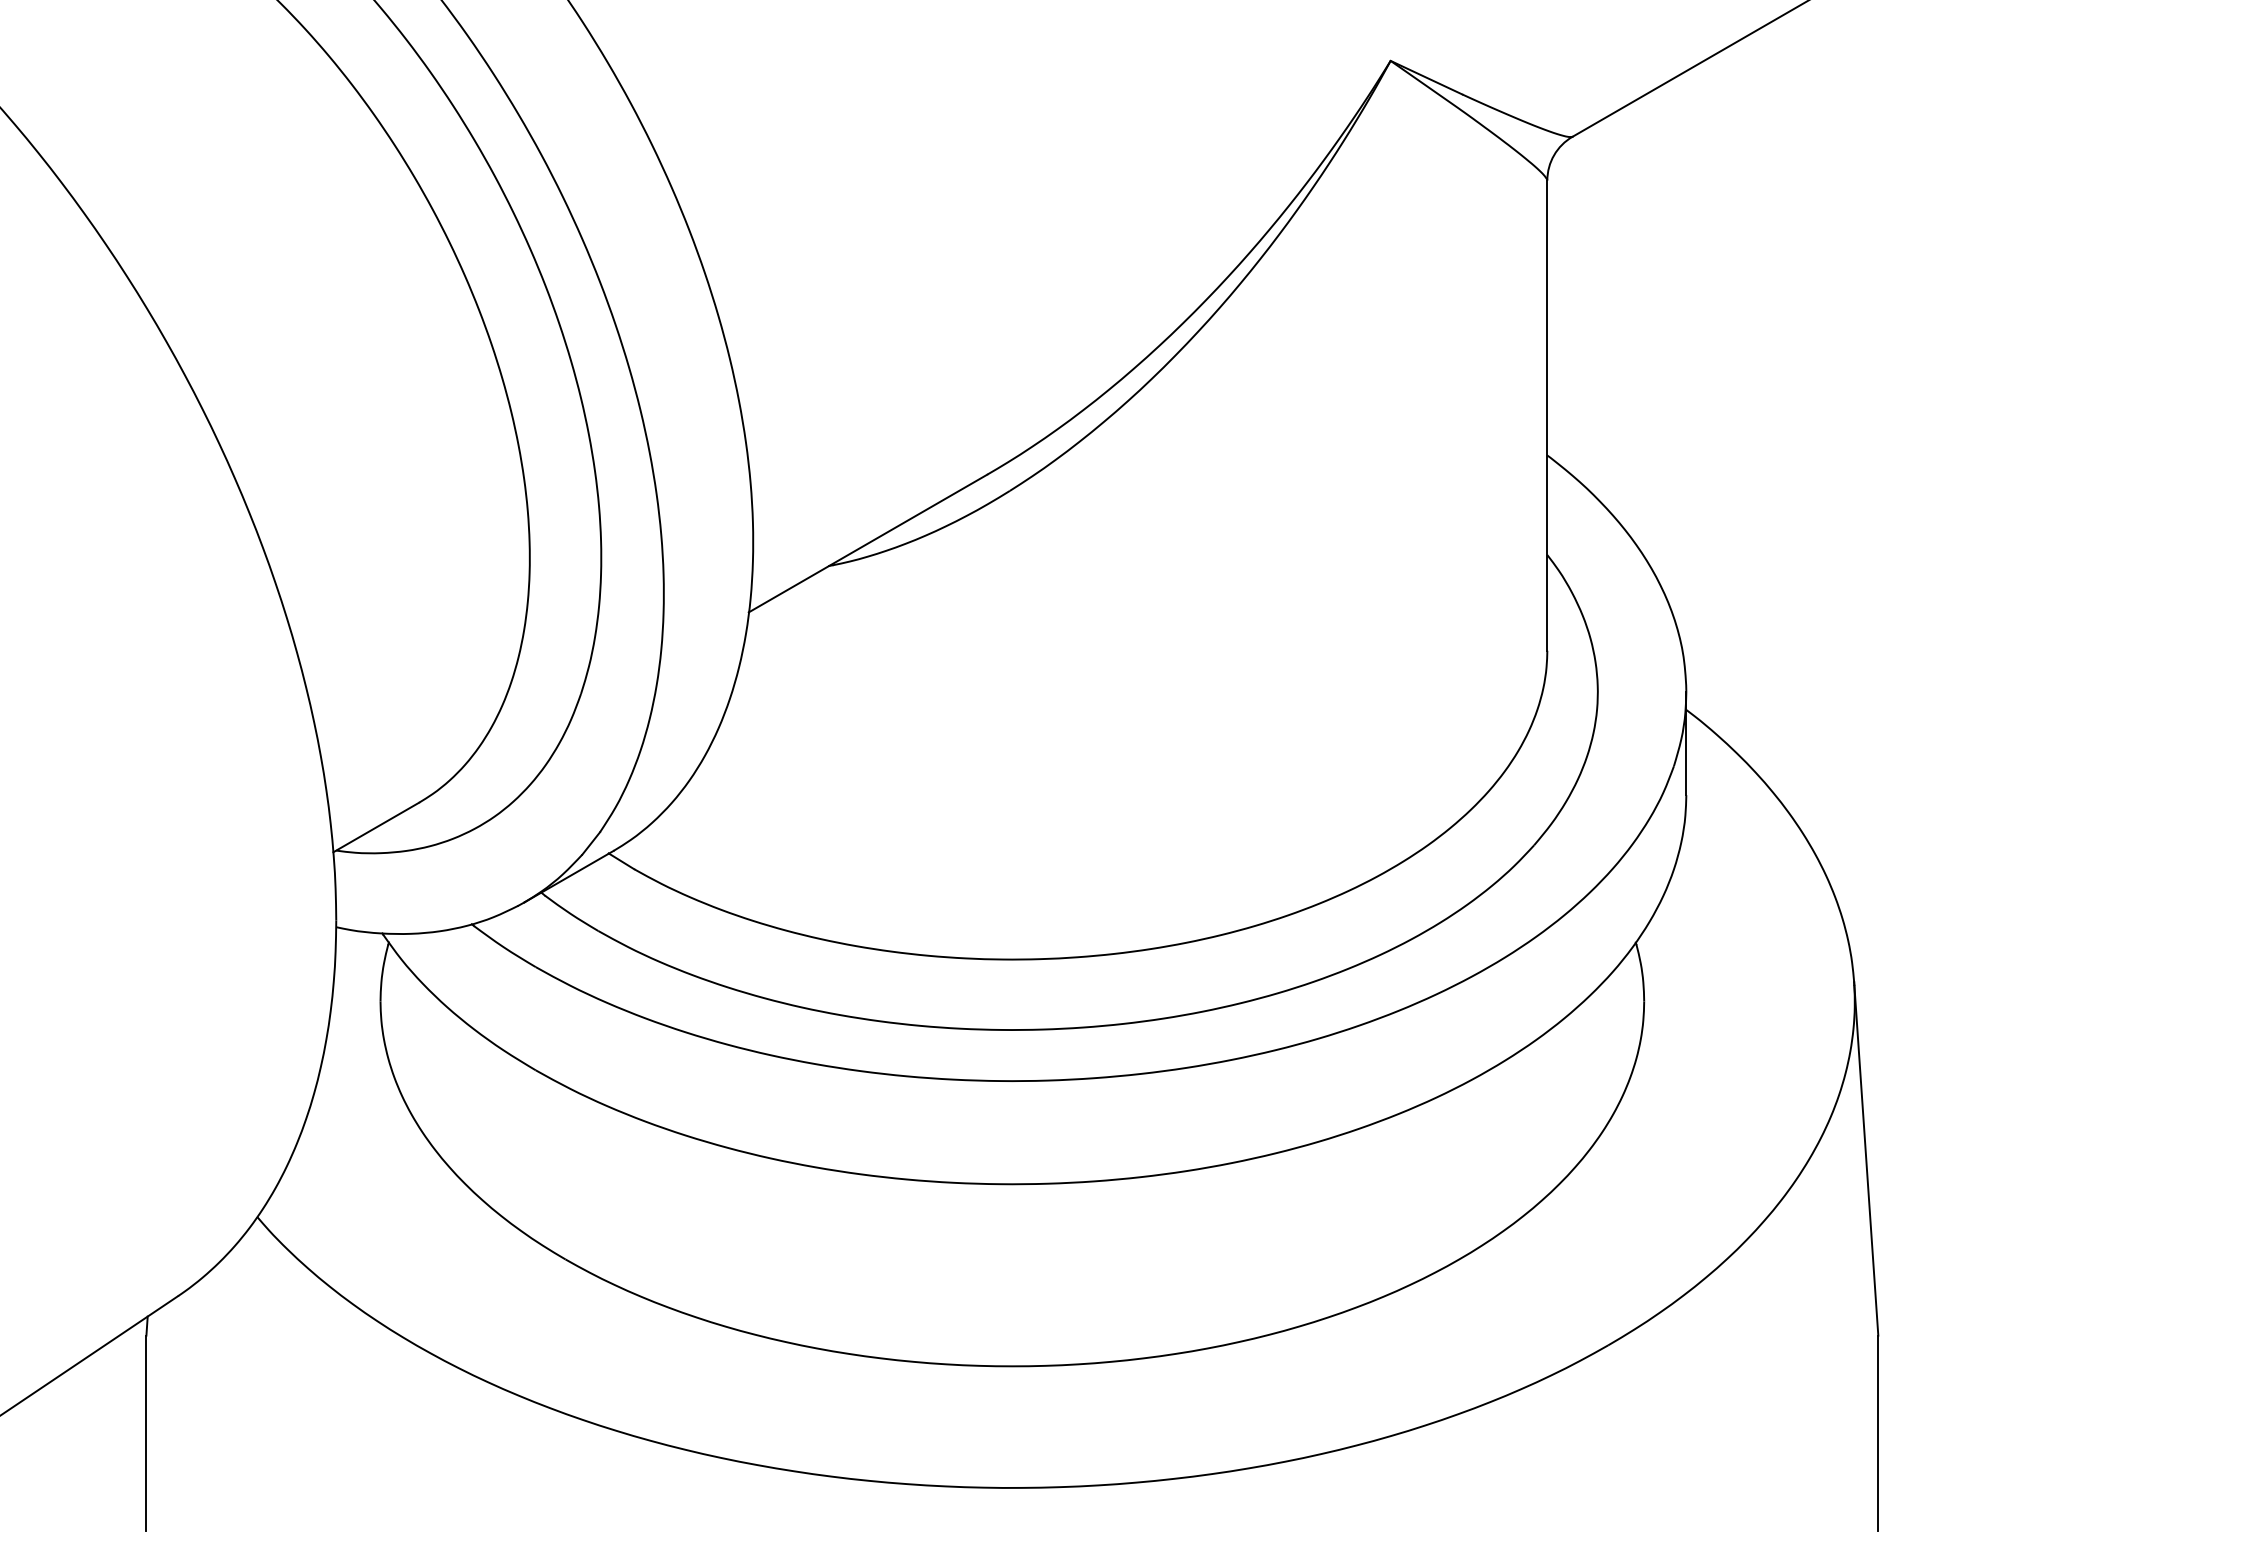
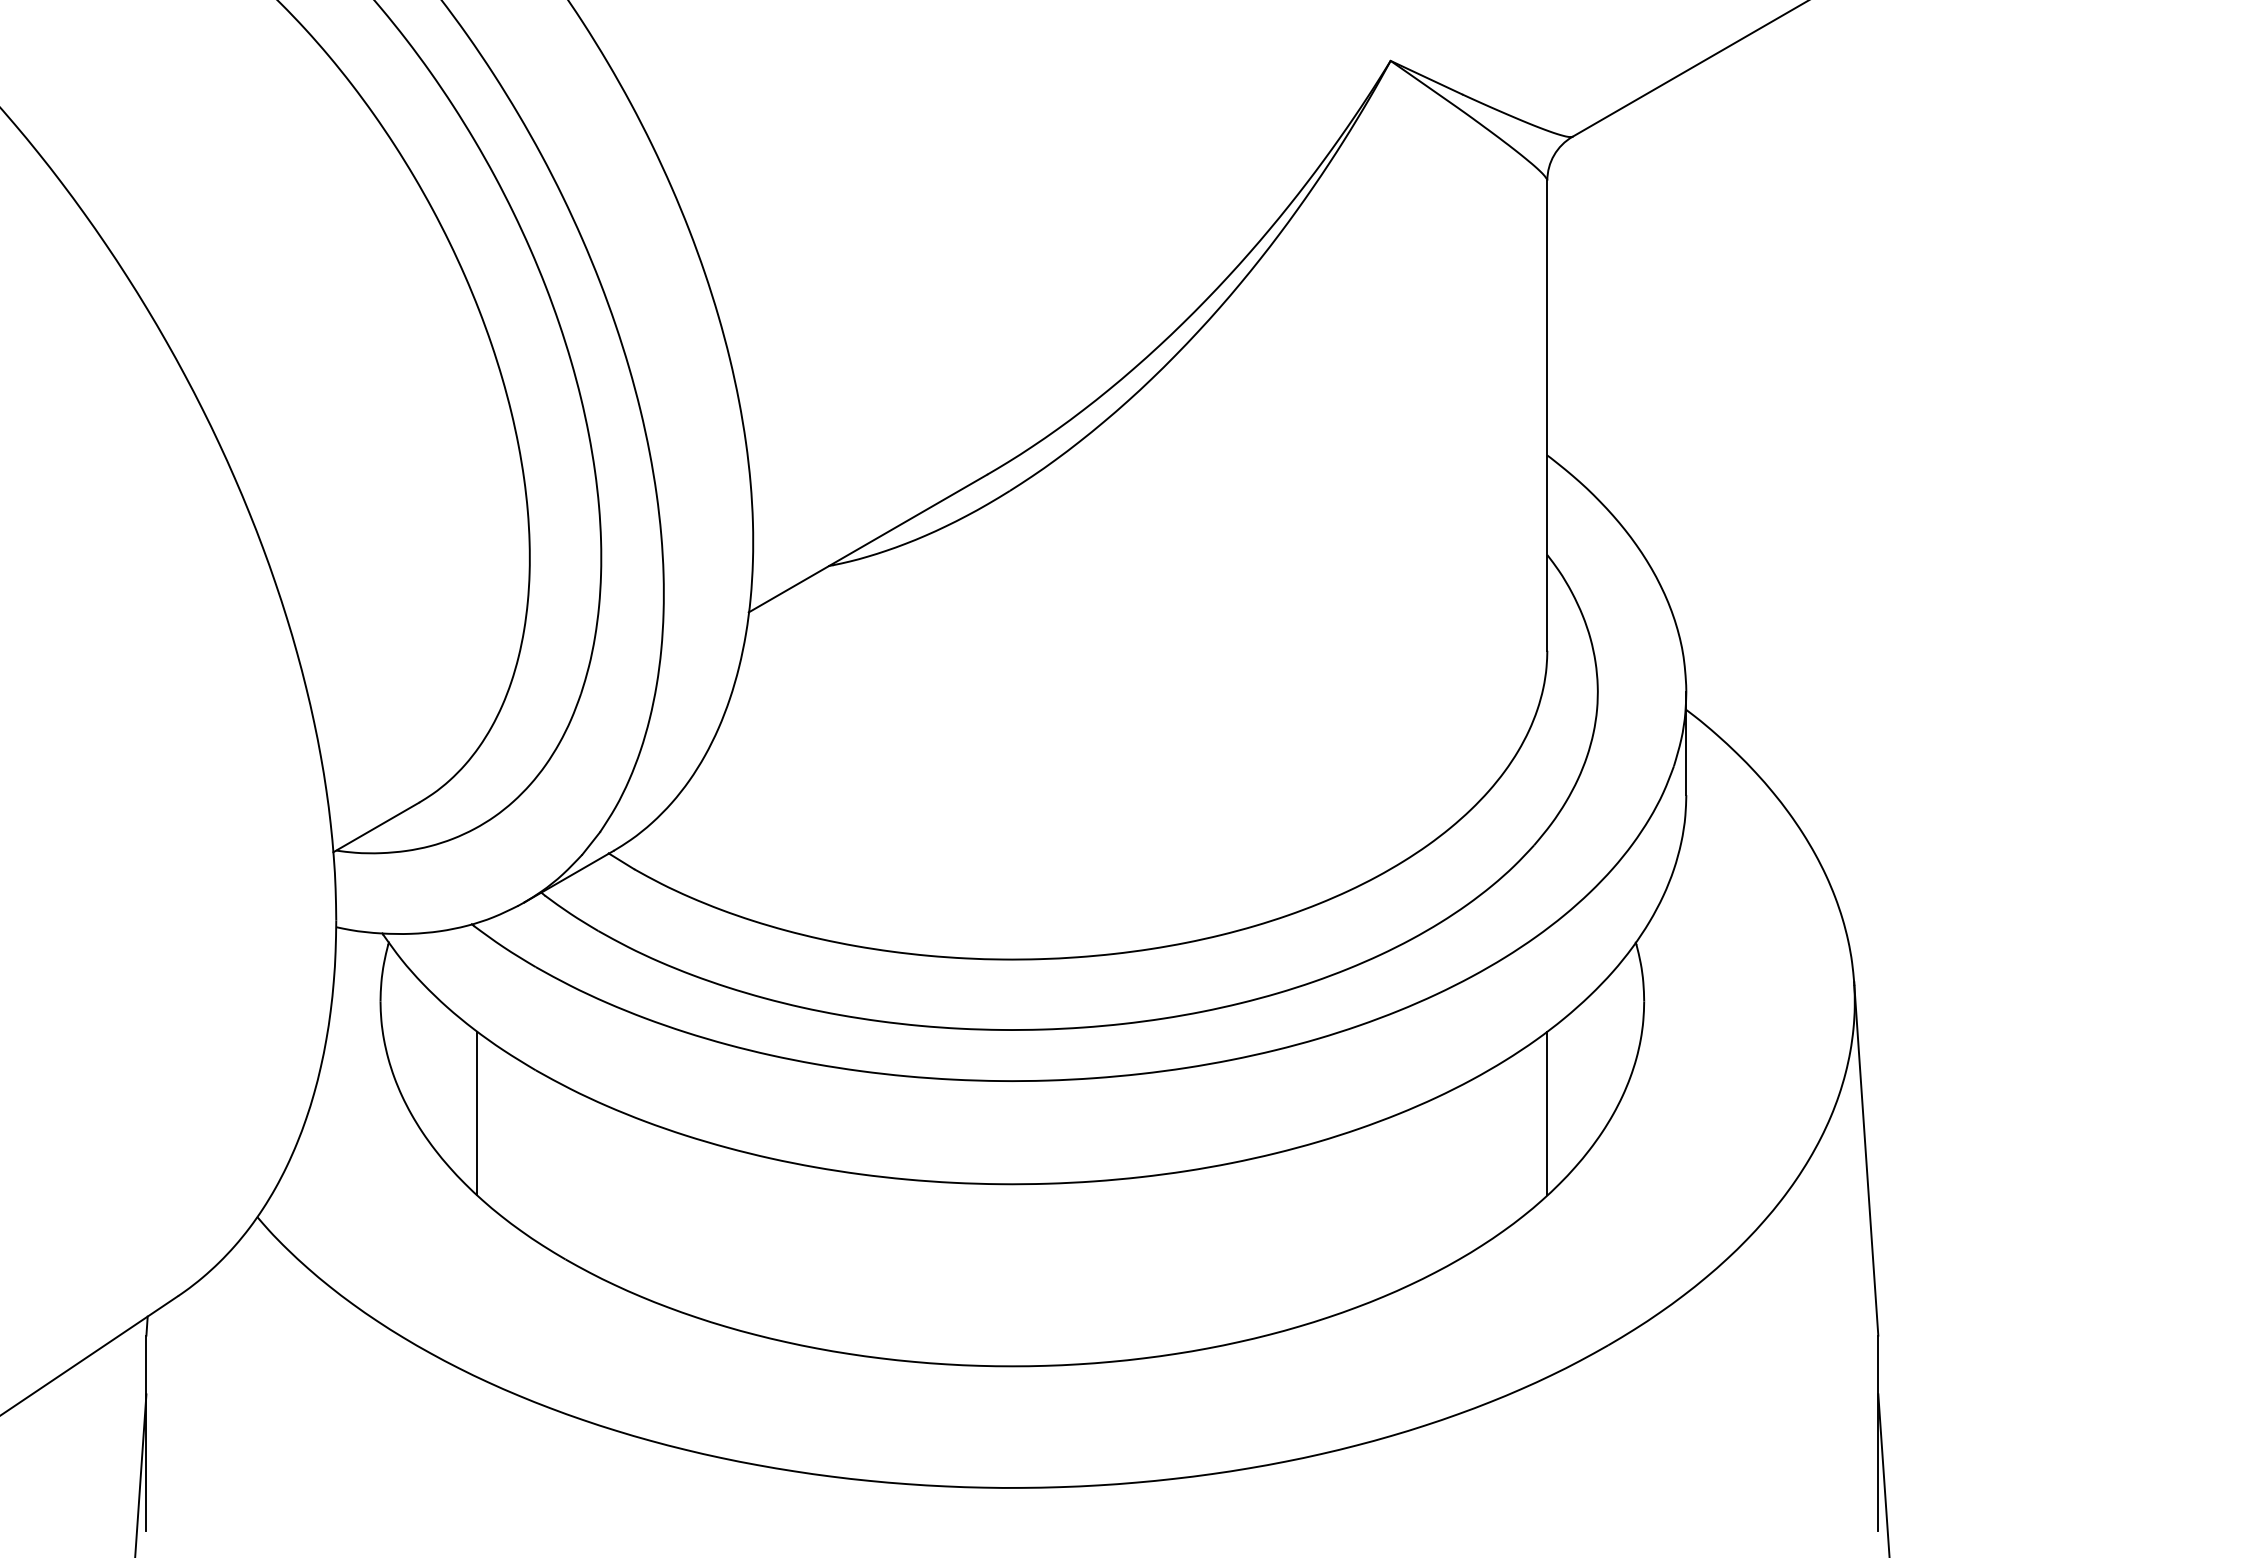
line at (477, 1113): none -> present
line at (1547, 1113): none -> present
line at (140, 1474): none -> present
line at (1883, 1474): none -> present
